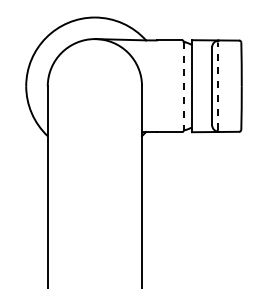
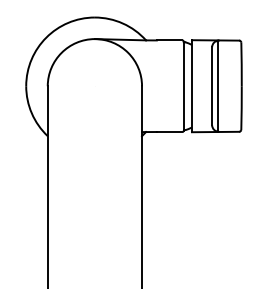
line at (183, 86): dashed -> solid
line at (217, 86): dashed -> solid
